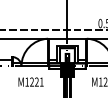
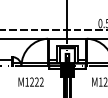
text at (41, 81): M1221 -> M1222
